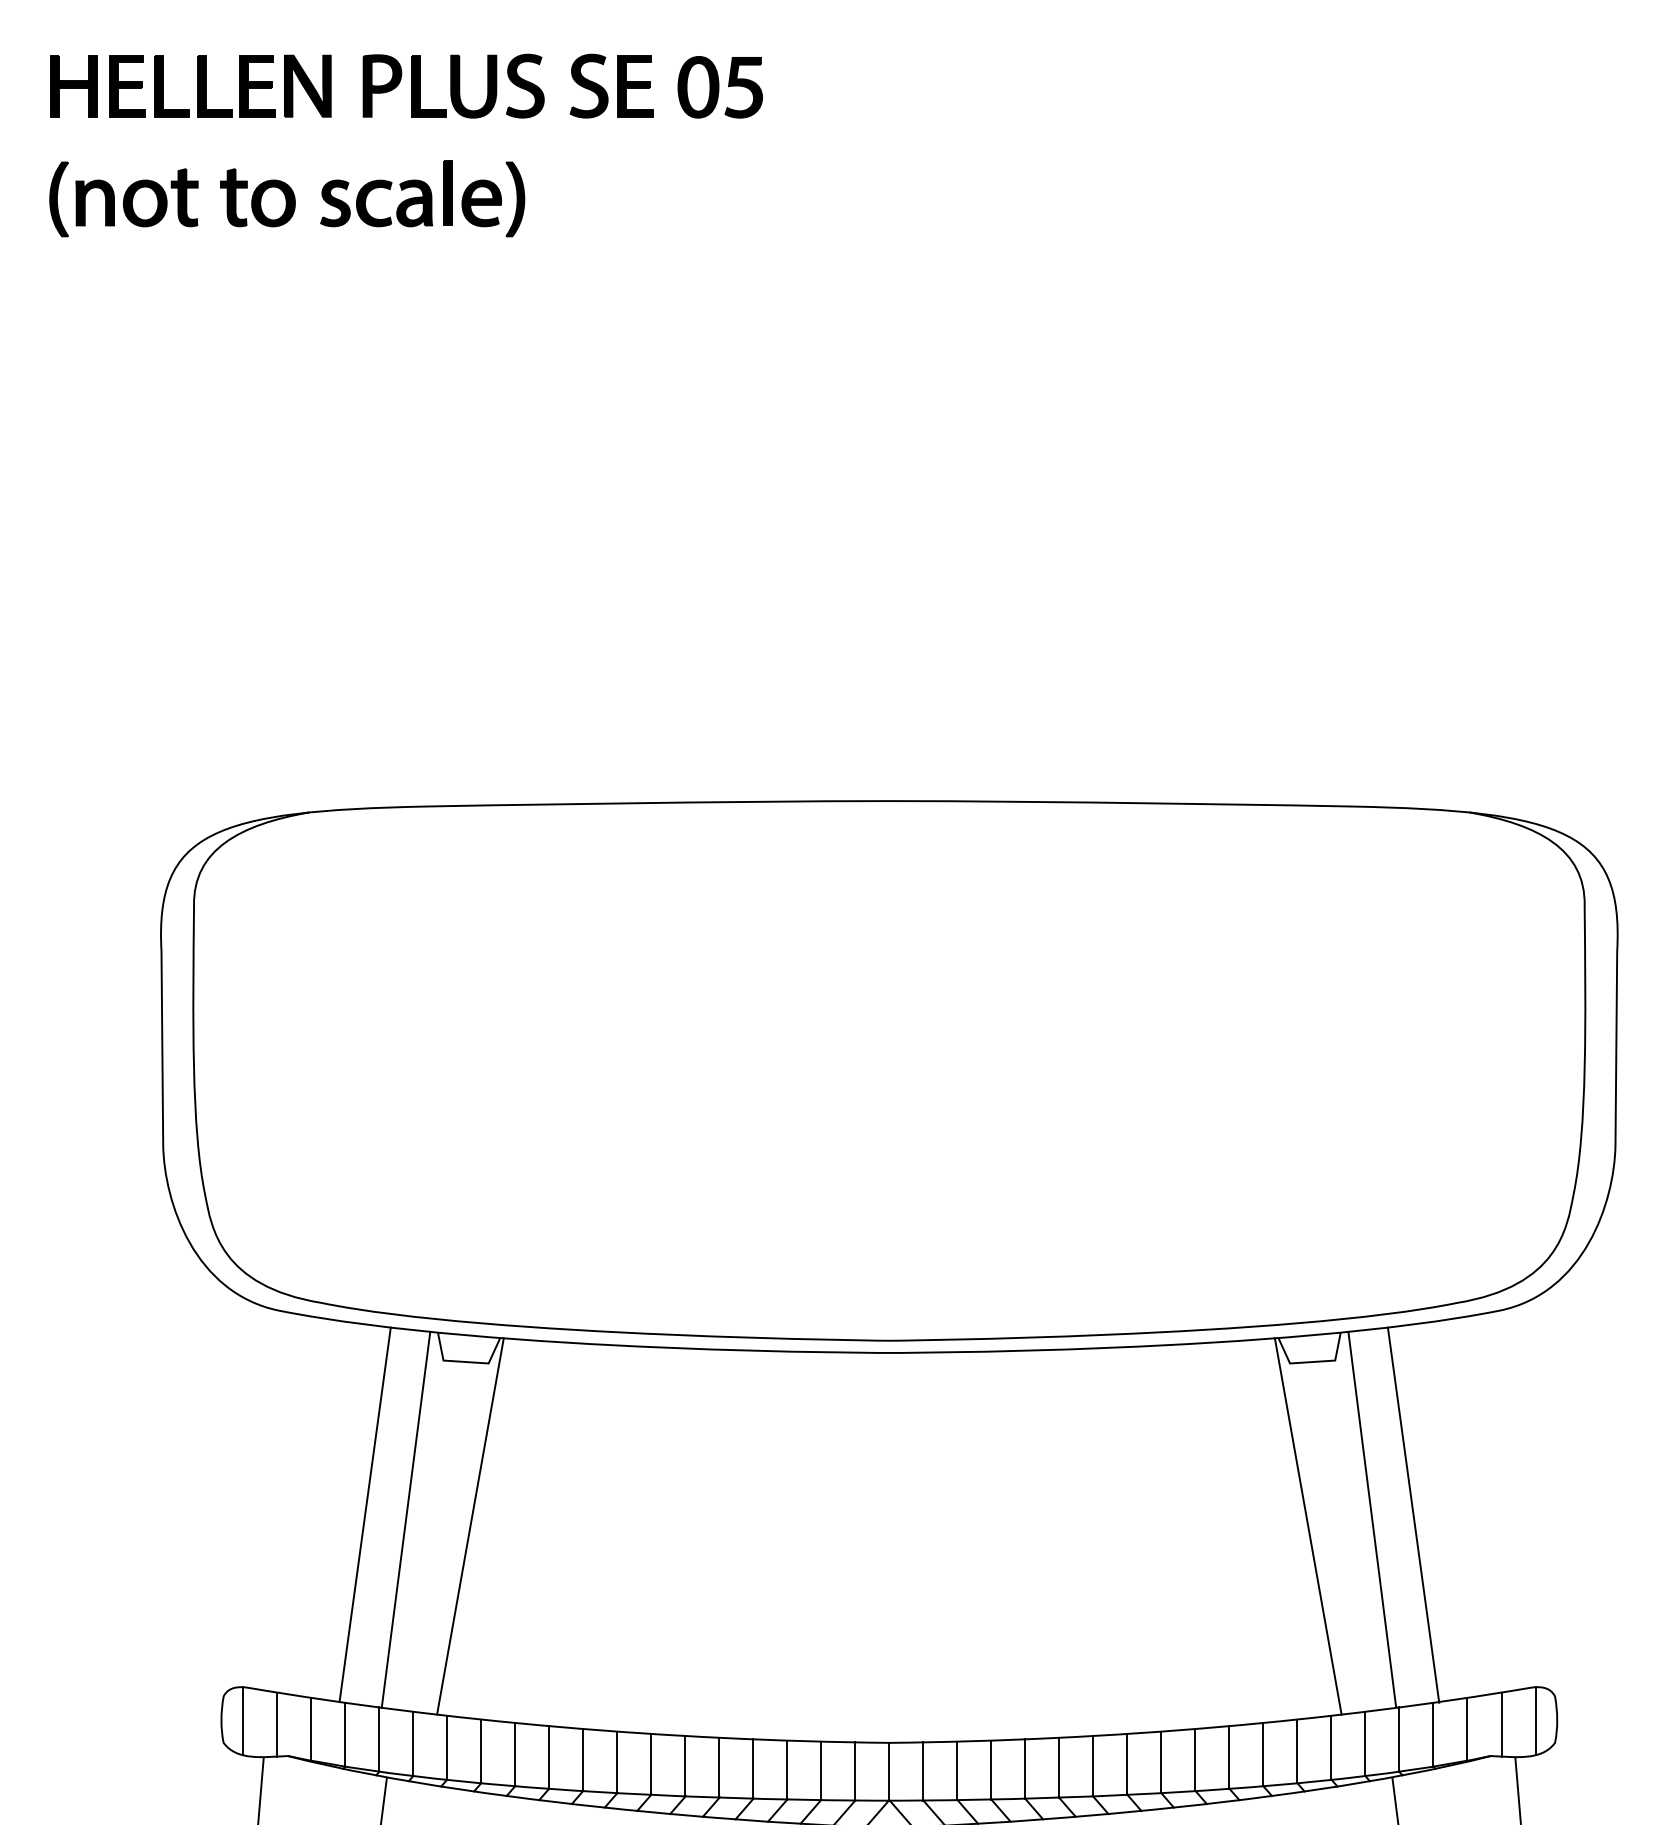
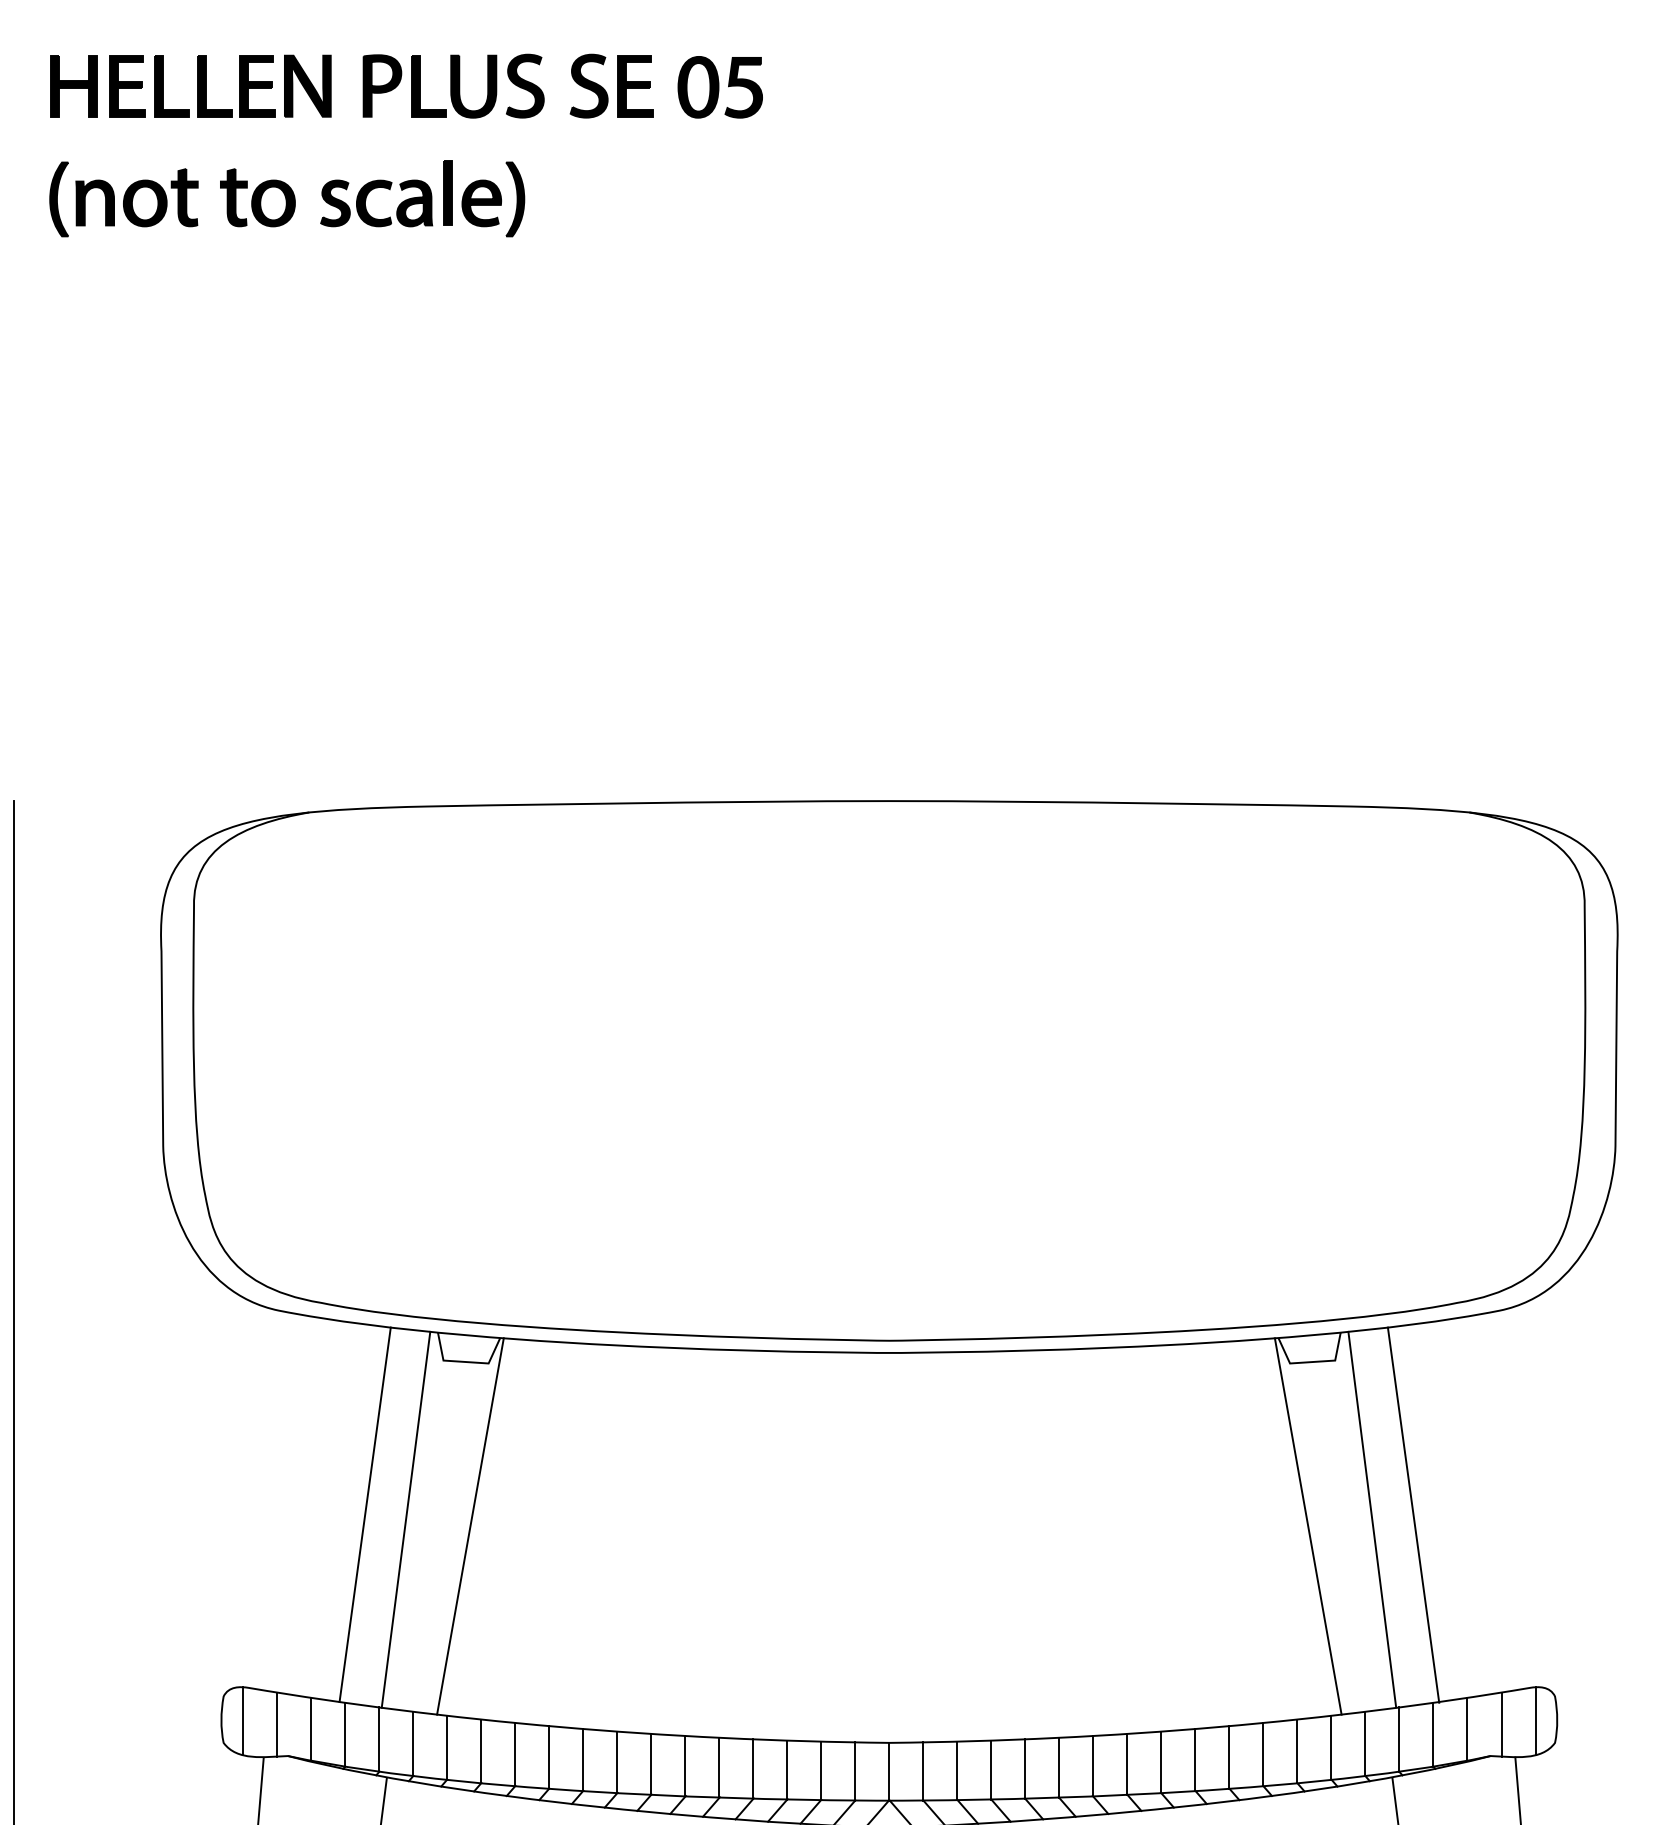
line at (14, 1311): none -> present
